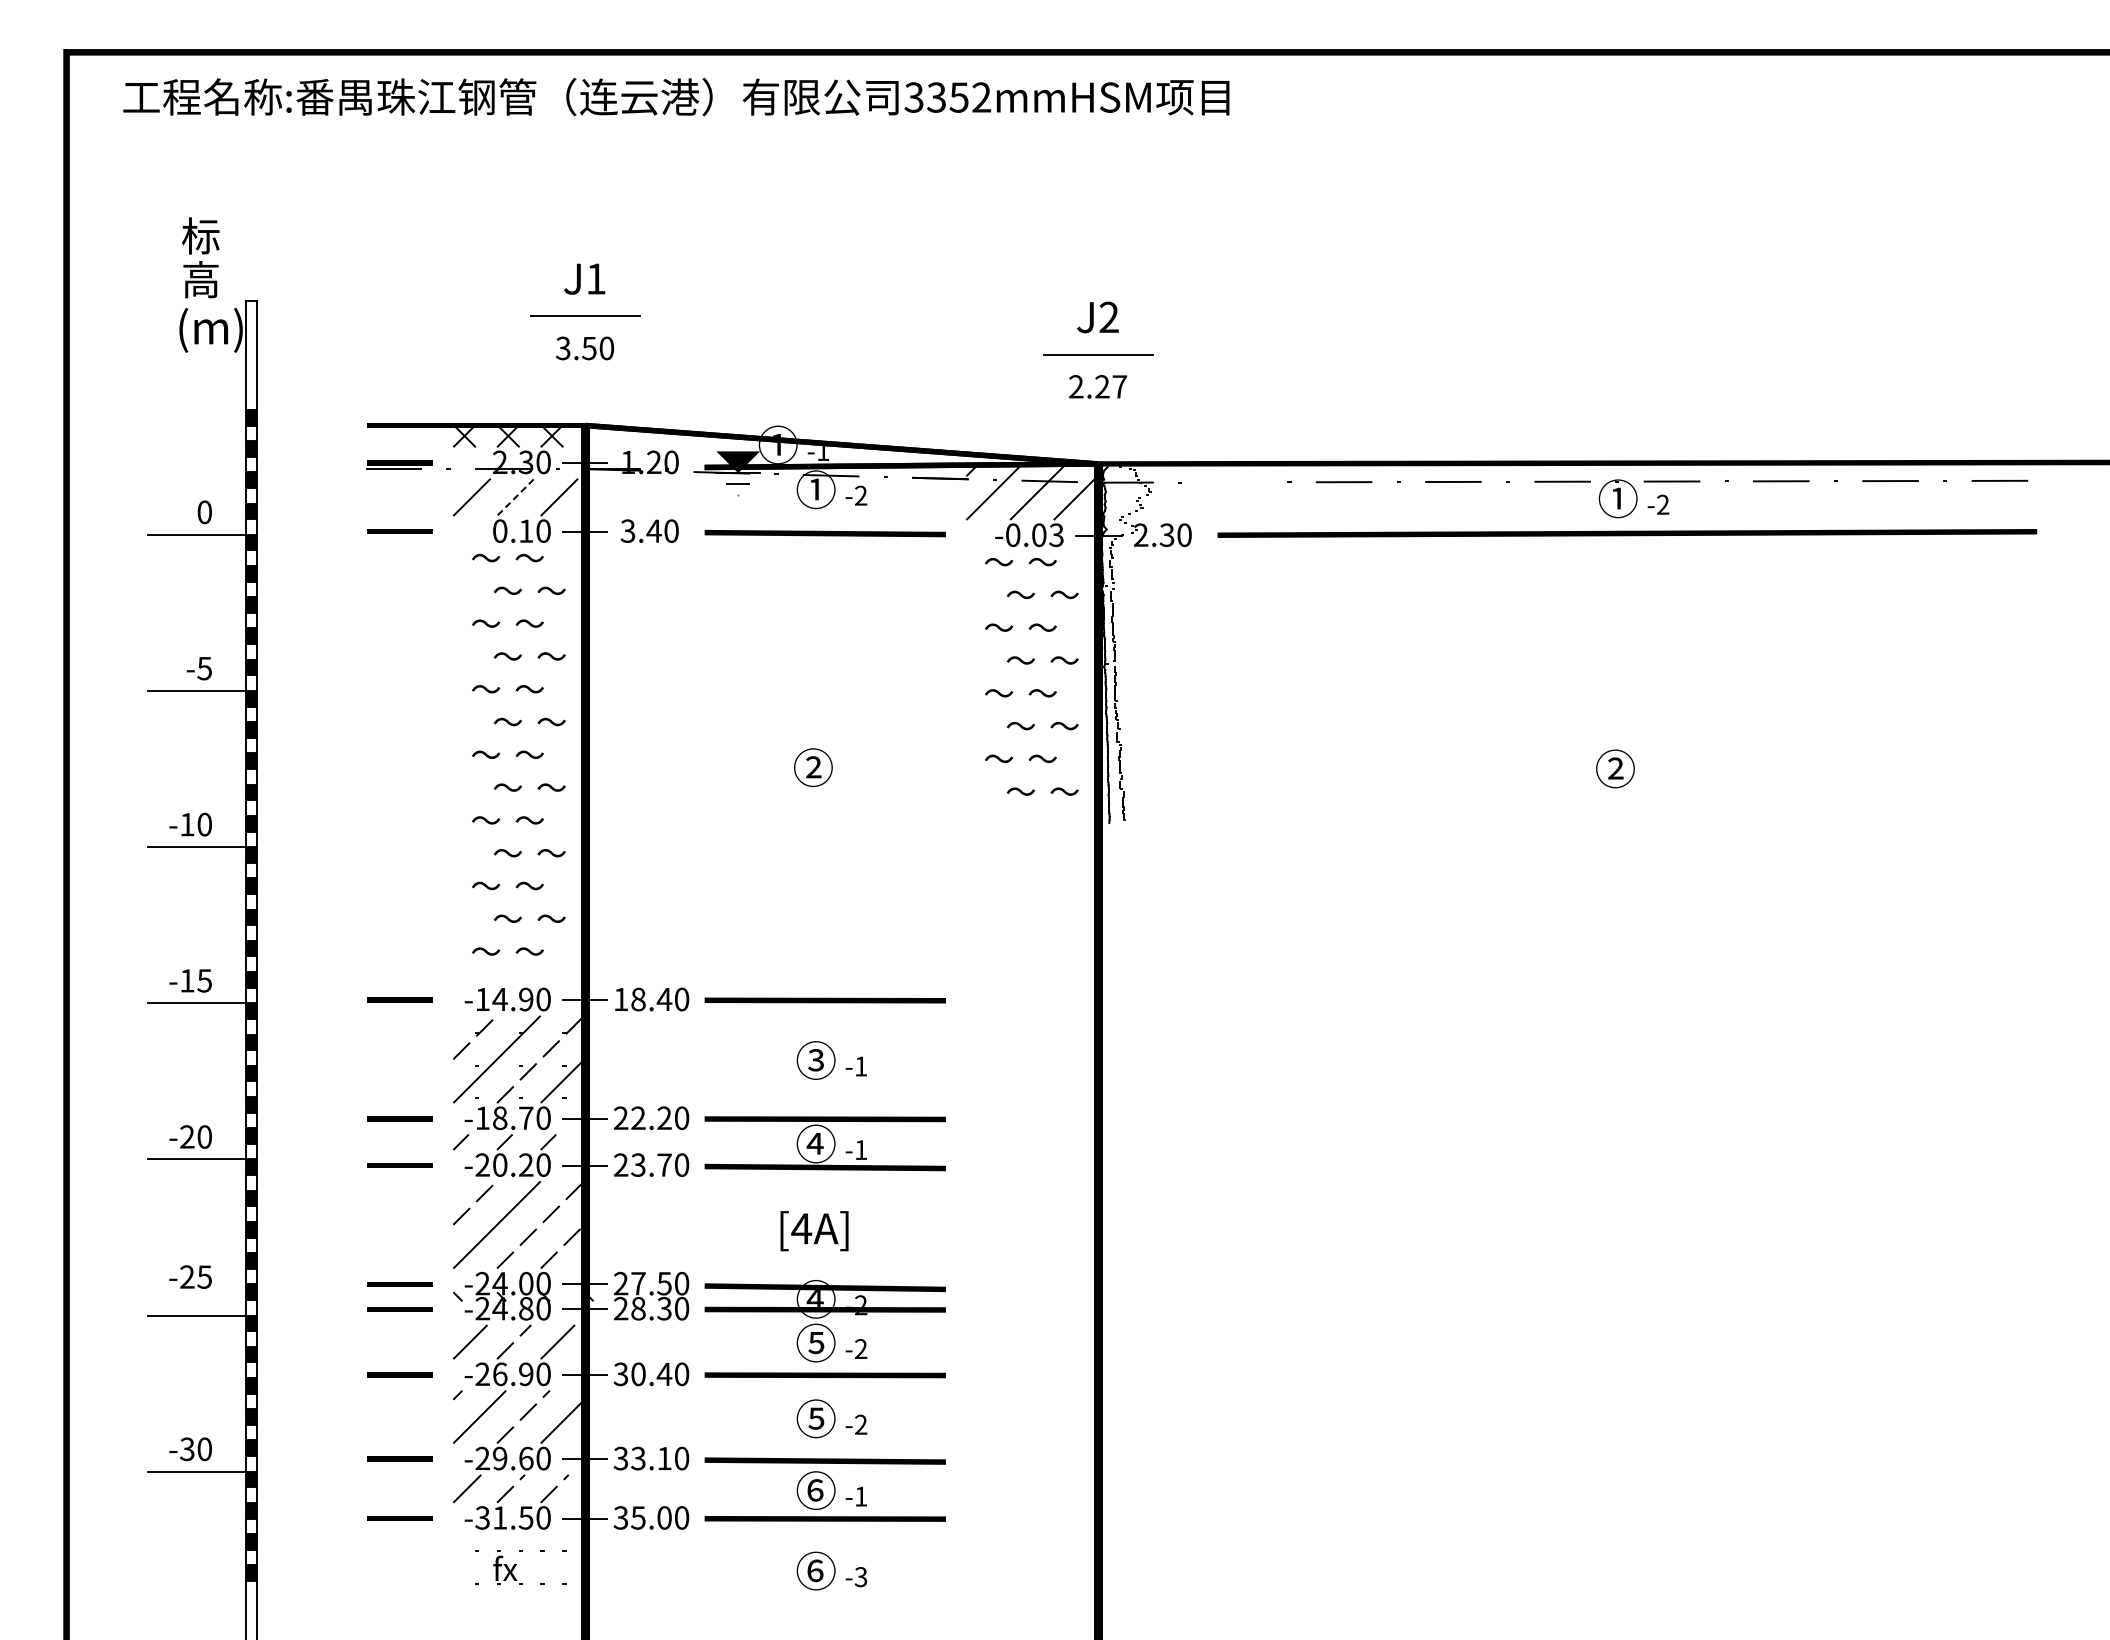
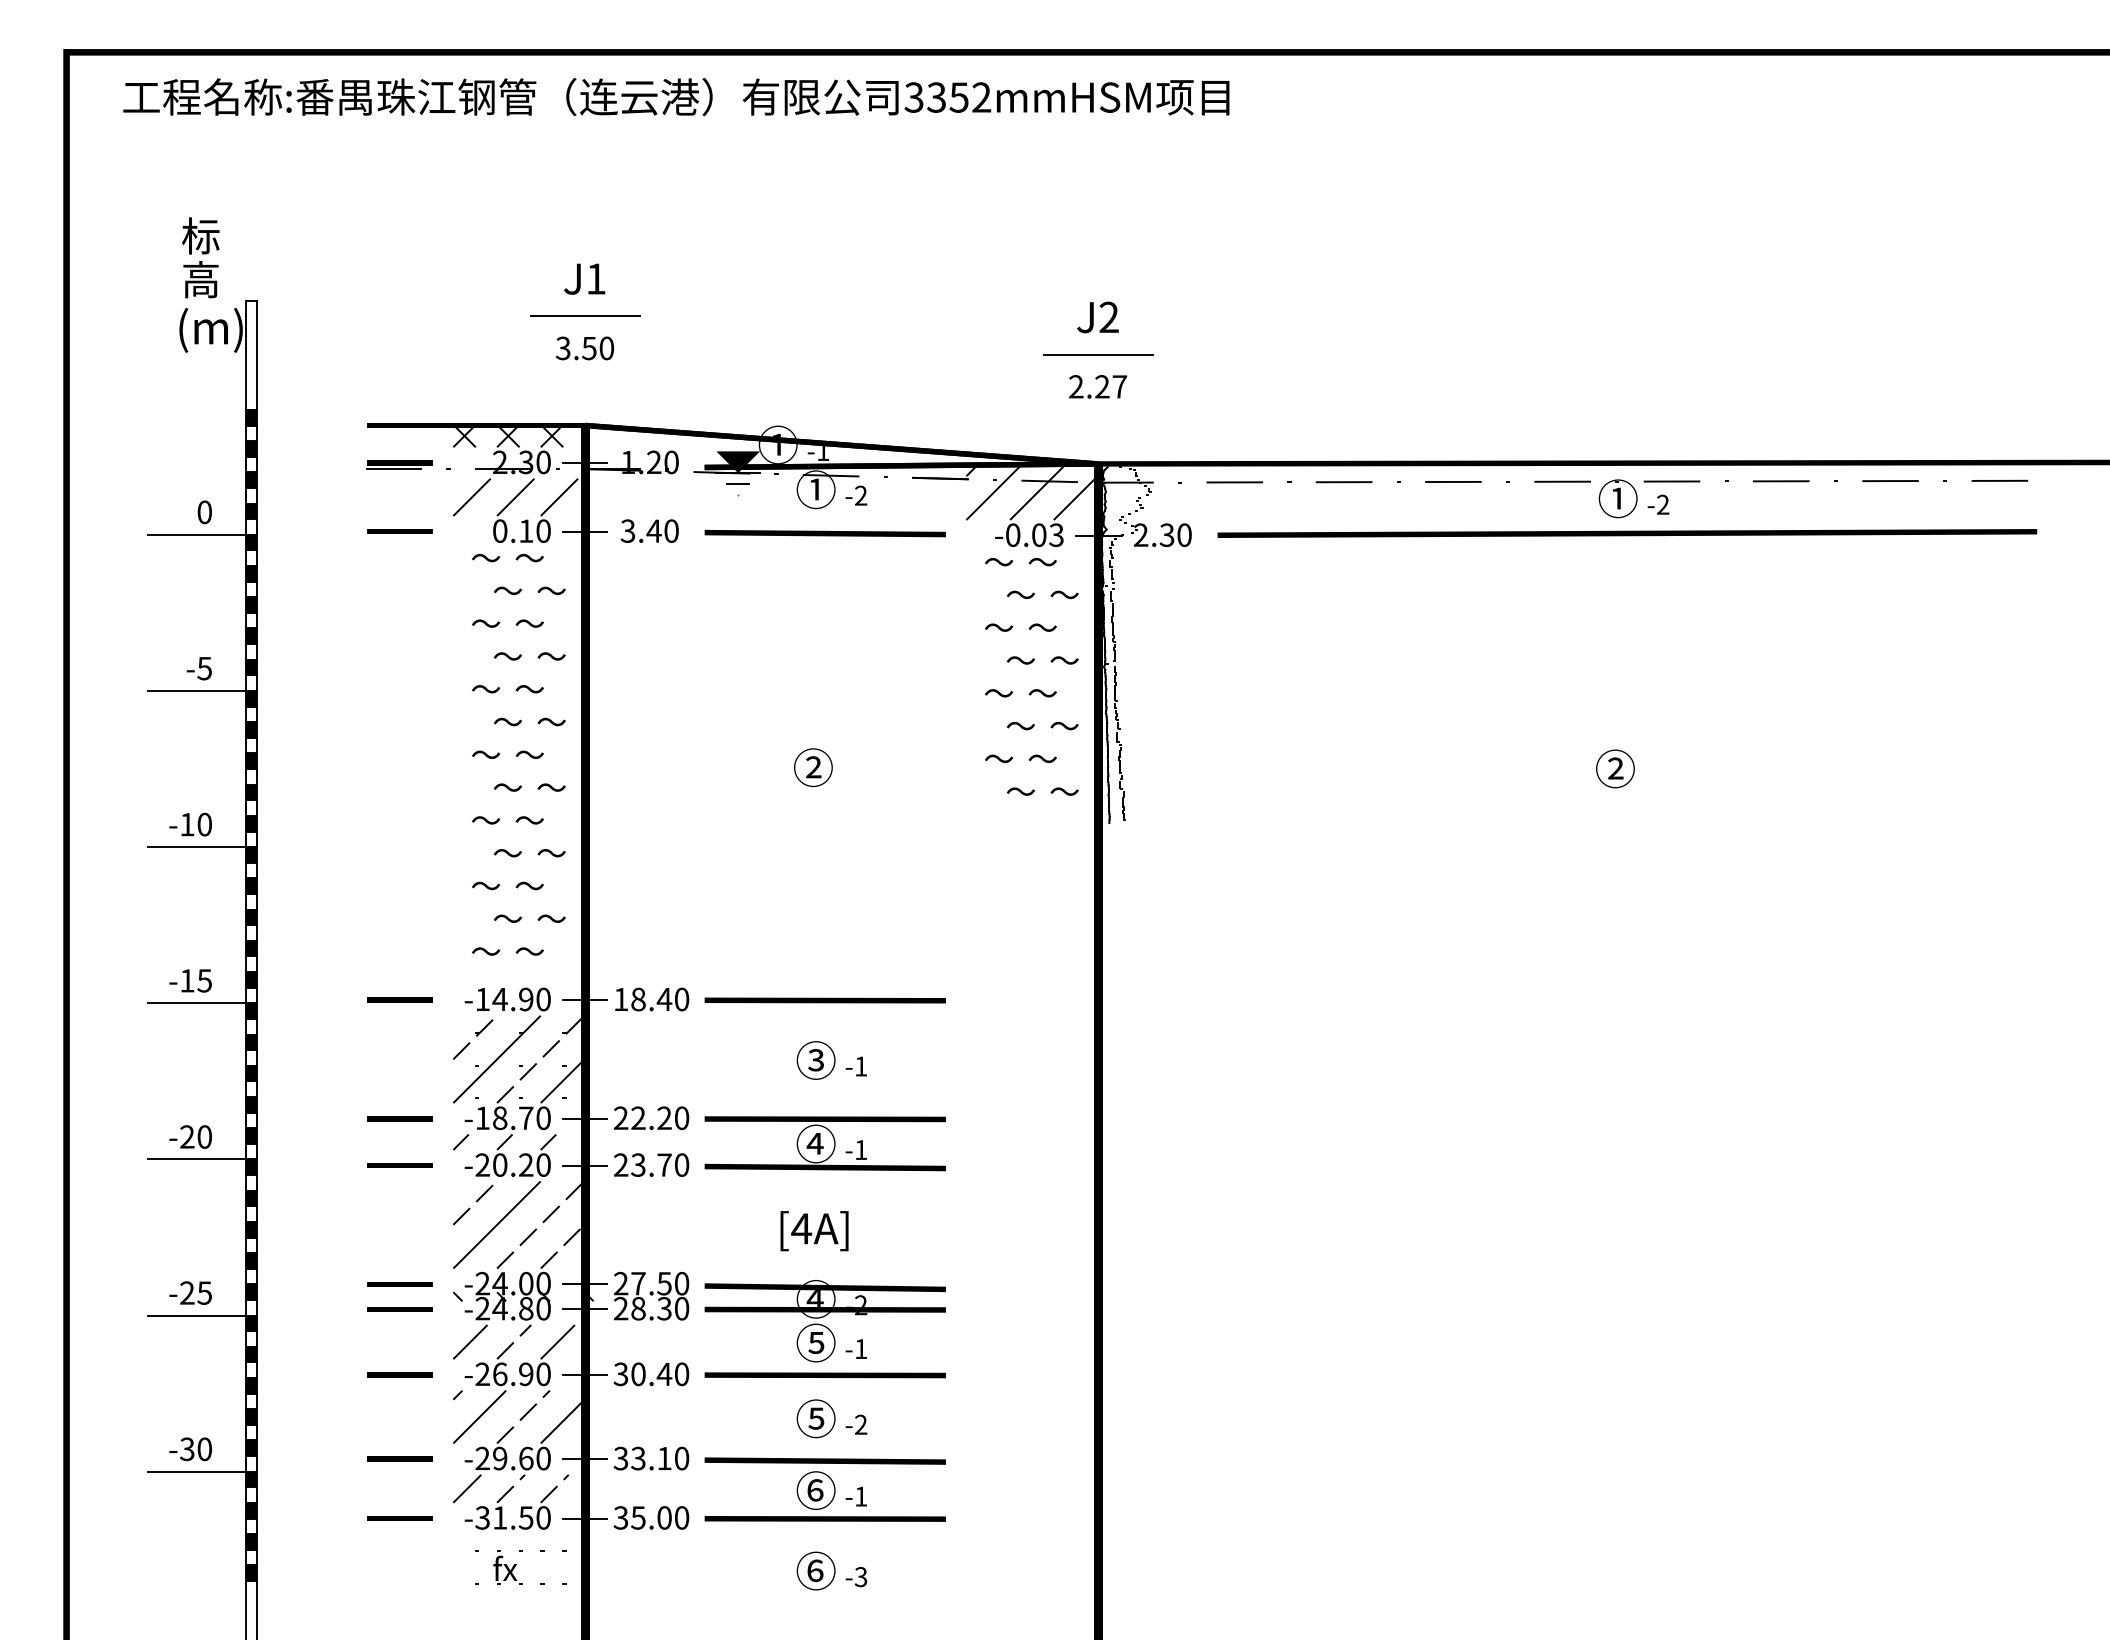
line at (1234, 482): none -> present
line at (516, 497): dashed -> solid
text at (190, 1276) position: (190, 1276) -> (190, 1292)
text at (861, 1348): -2 -> -1
